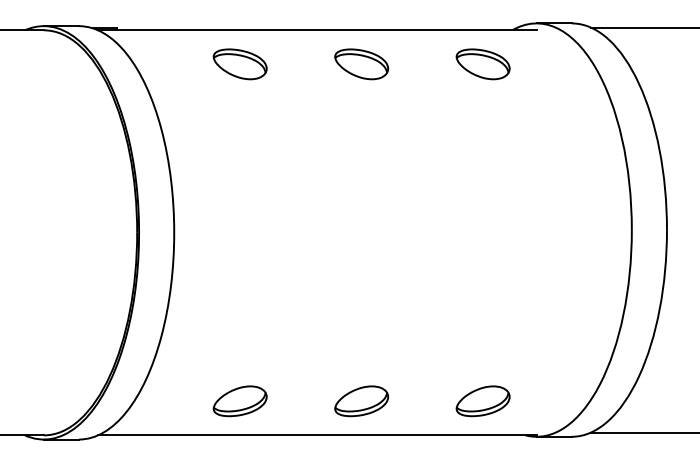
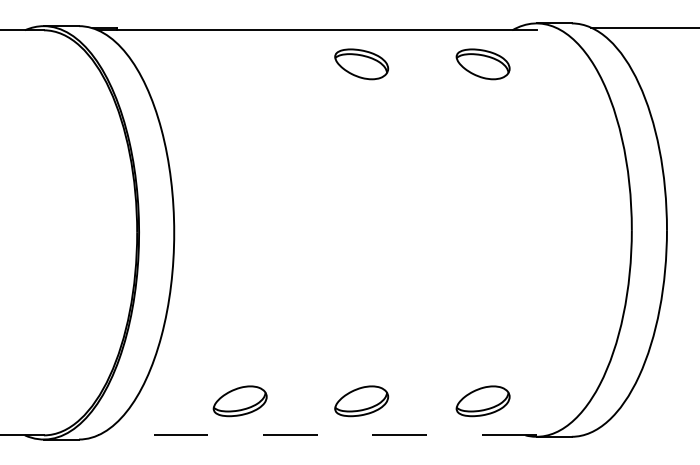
part at (239, 64): present -> none
line at (643, 432): present -> none
line at (316, 435): solid -> dashed
